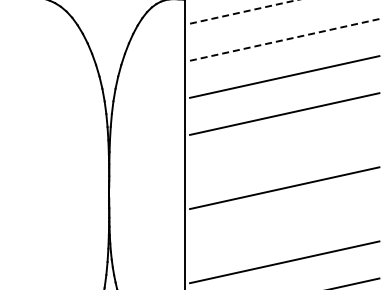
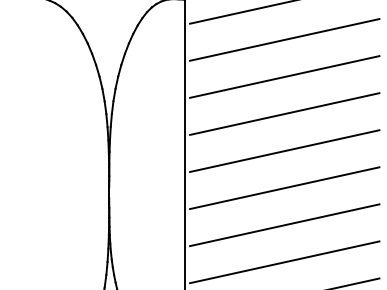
line at (243, 11): dashed -> solid
line at (284, 39): dashed -> solid
line at (284, 150): none -> present
line at (284, 225): none -> present
